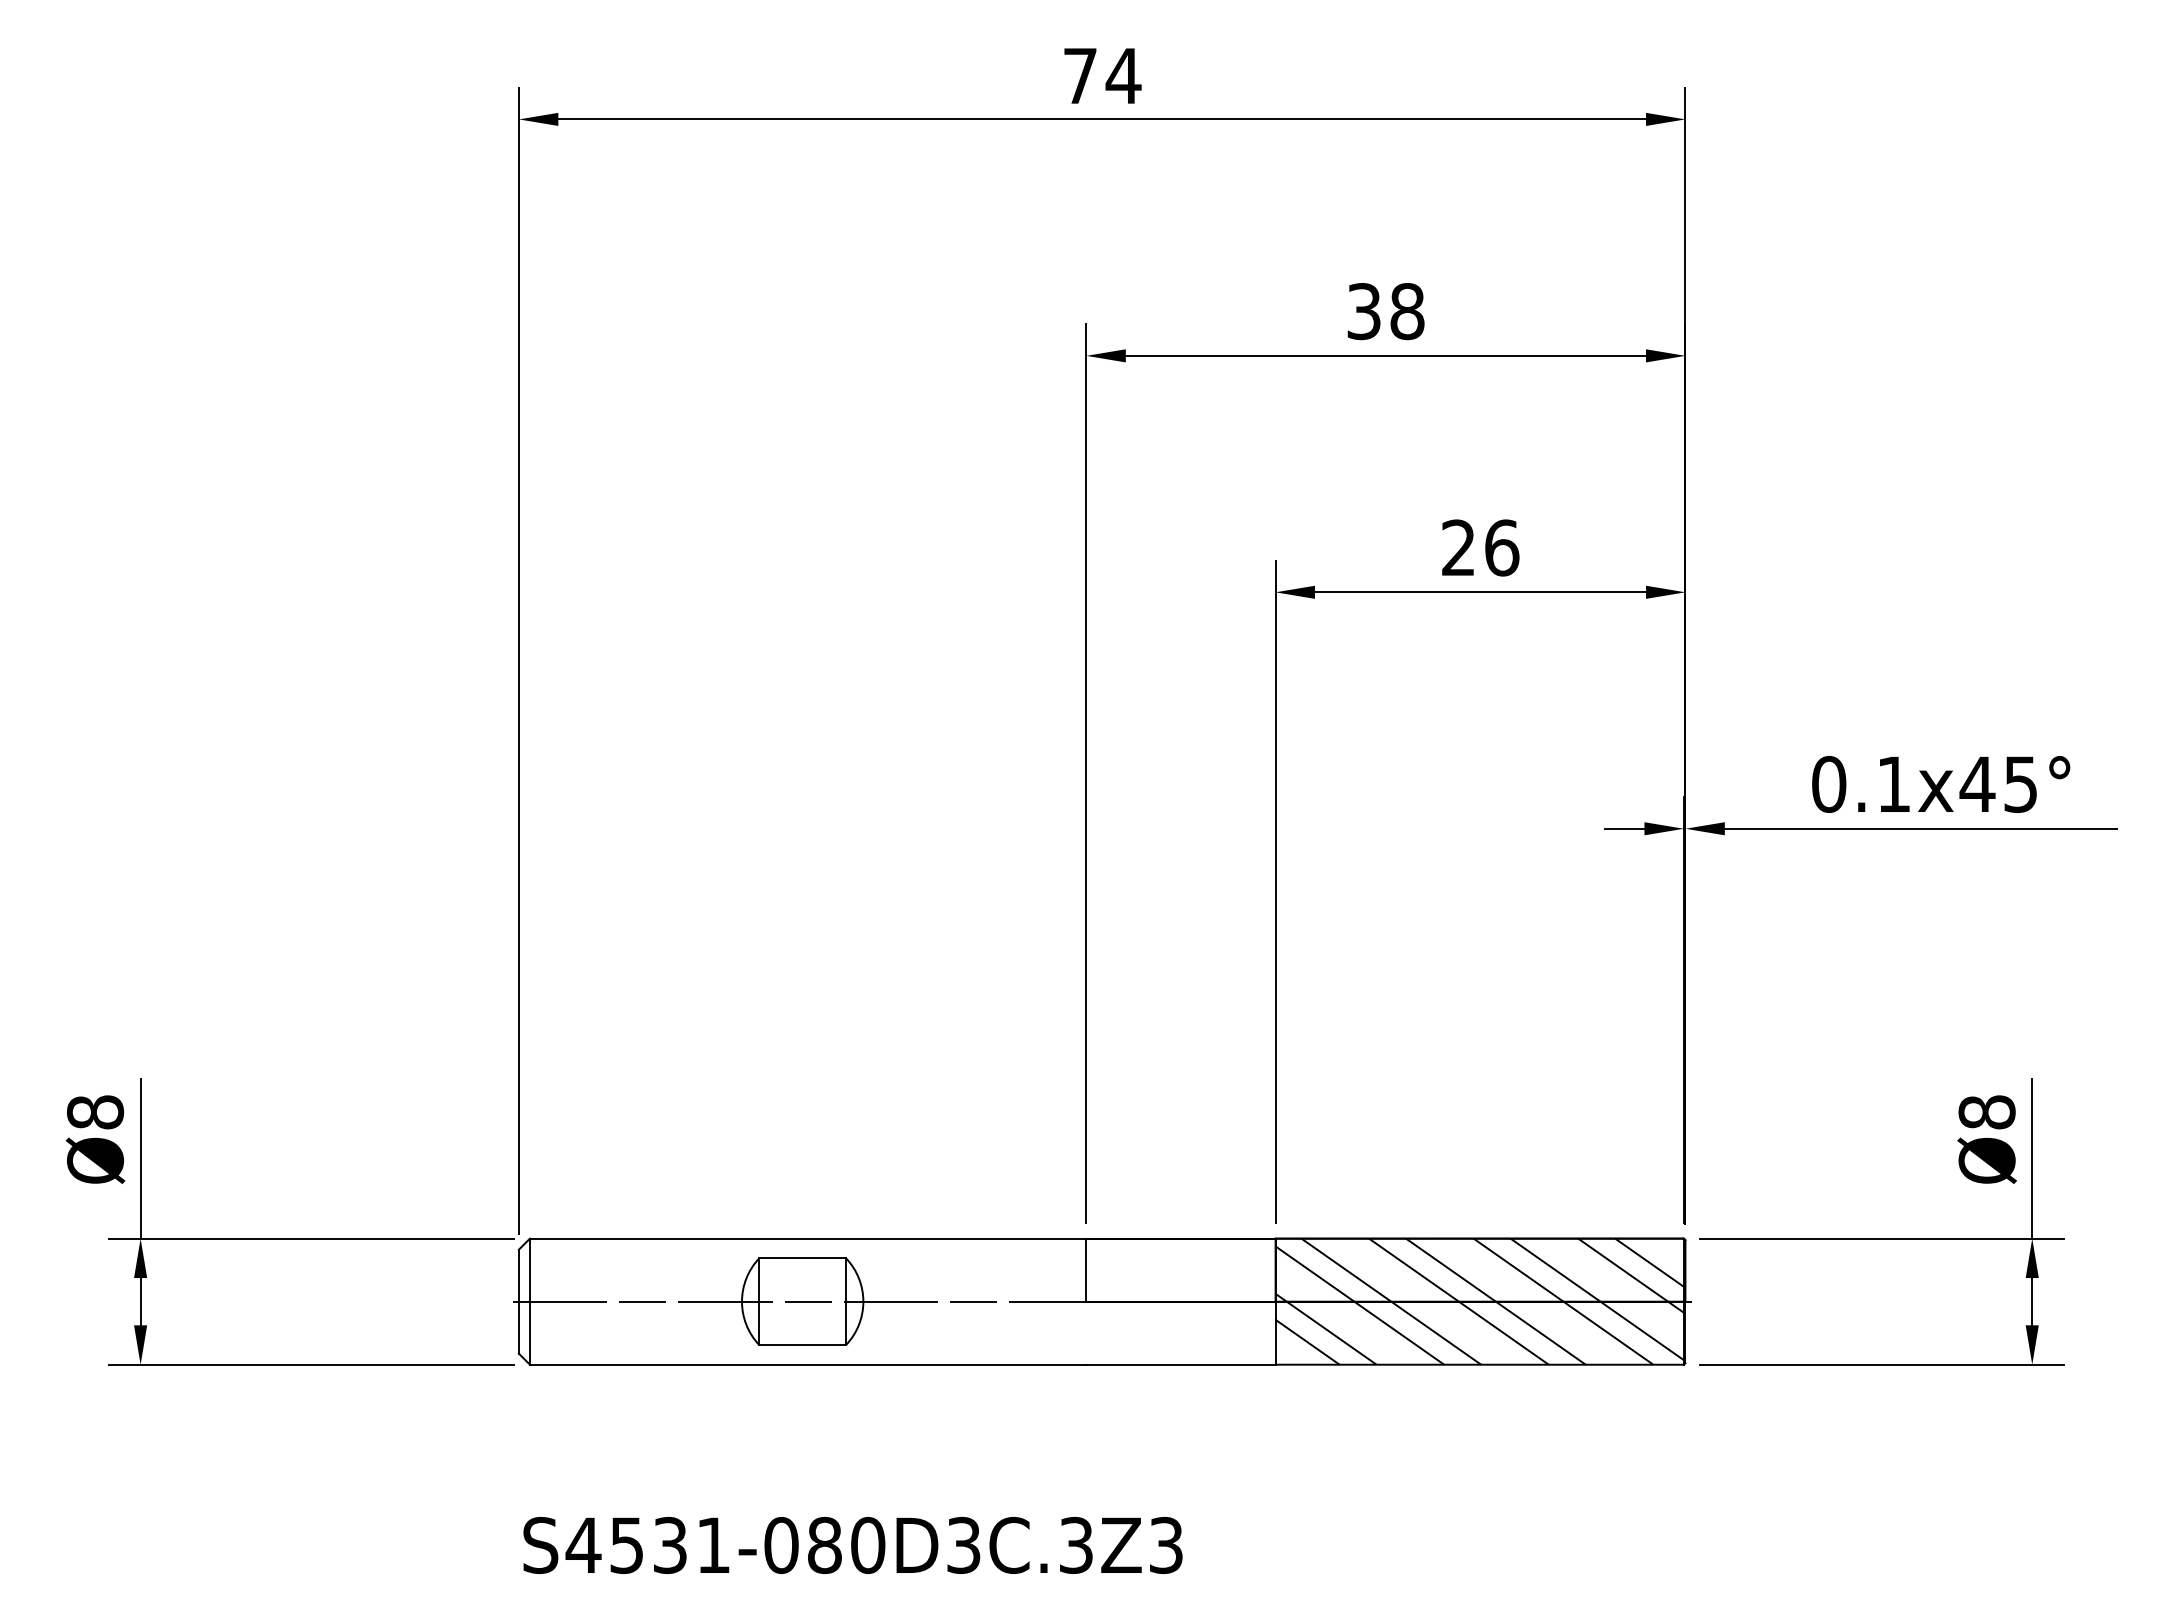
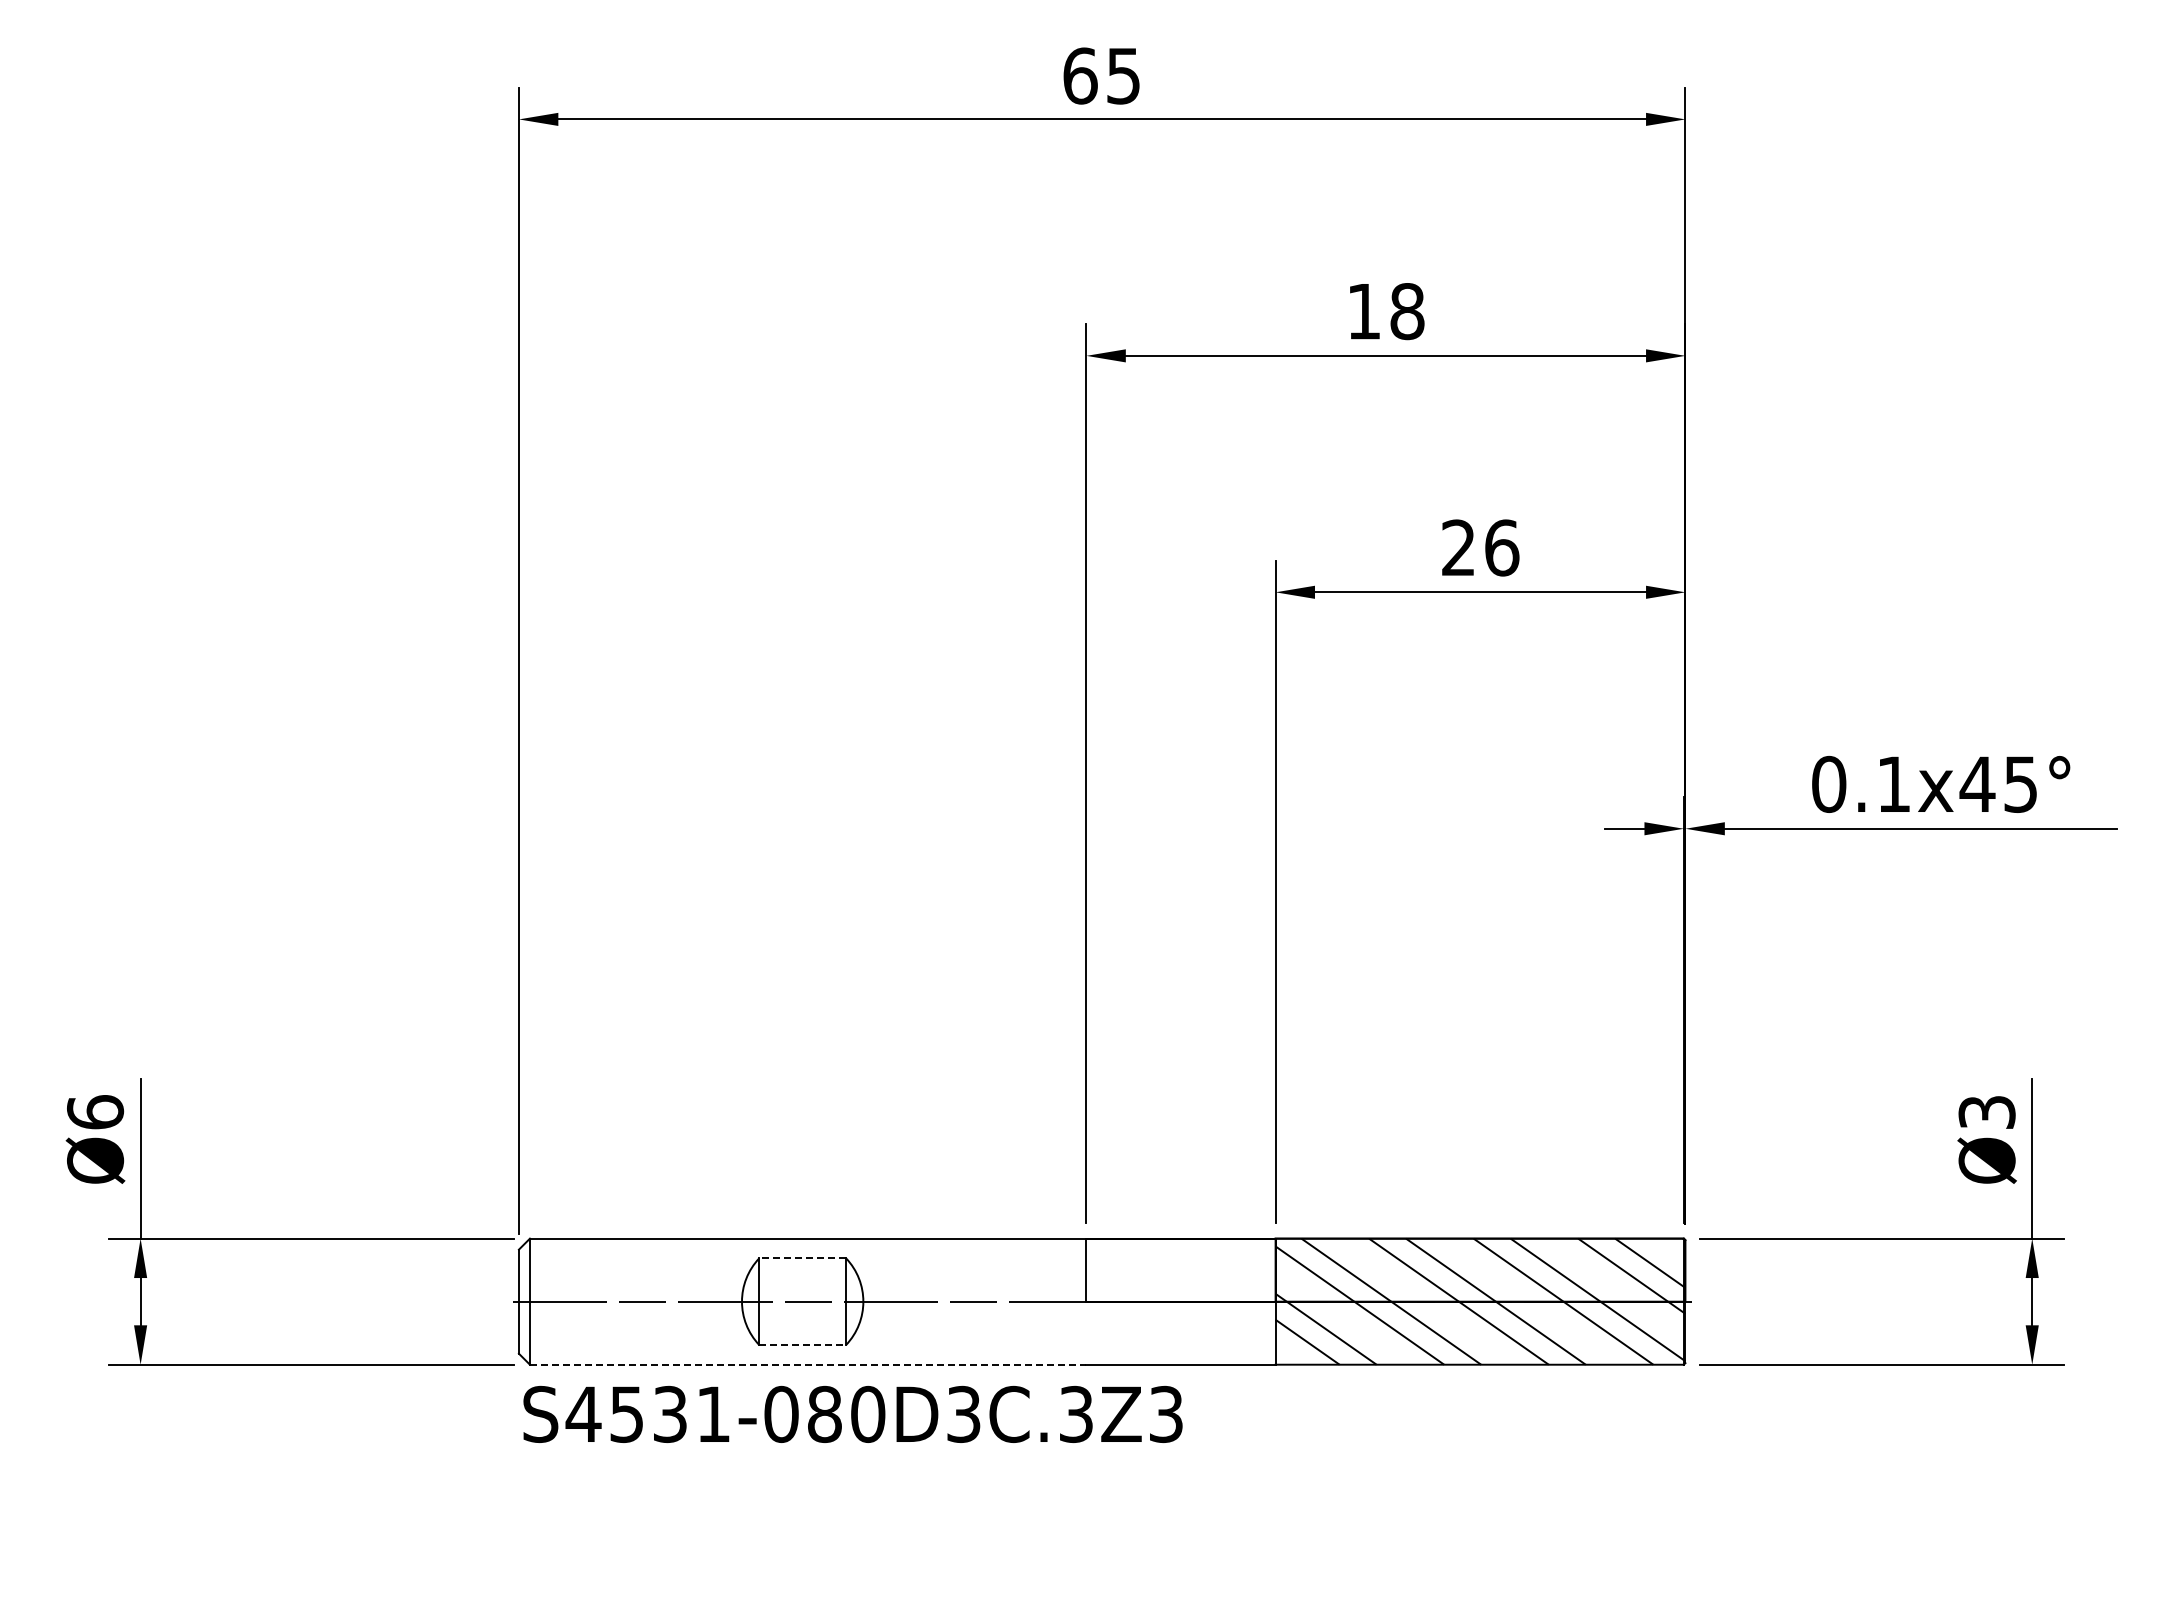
text at (1102, 75): 74 -> 65
text at (1363, 311): 38 -> 18
text at (95, 1112): Ø8 -> Ø6
text at (1986, 1112): Ø8 -> Ø3
line at (802, 1258): solid -> dashed
line at (803, 1345): solid -> dashed
line at (808, 1364): solid -> dashed
text at (852, 1545) position: (852, 1545) -> (852, 1414)
